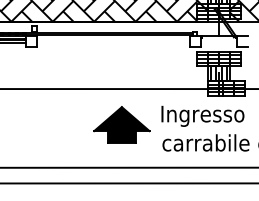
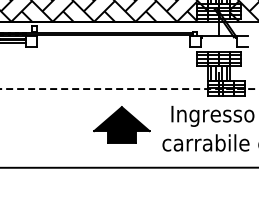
line at (129, 89): solid -> dashed
text at (202, 115) position: (202, 115) -> (212, 115)
line at (128, 183): present -> none
